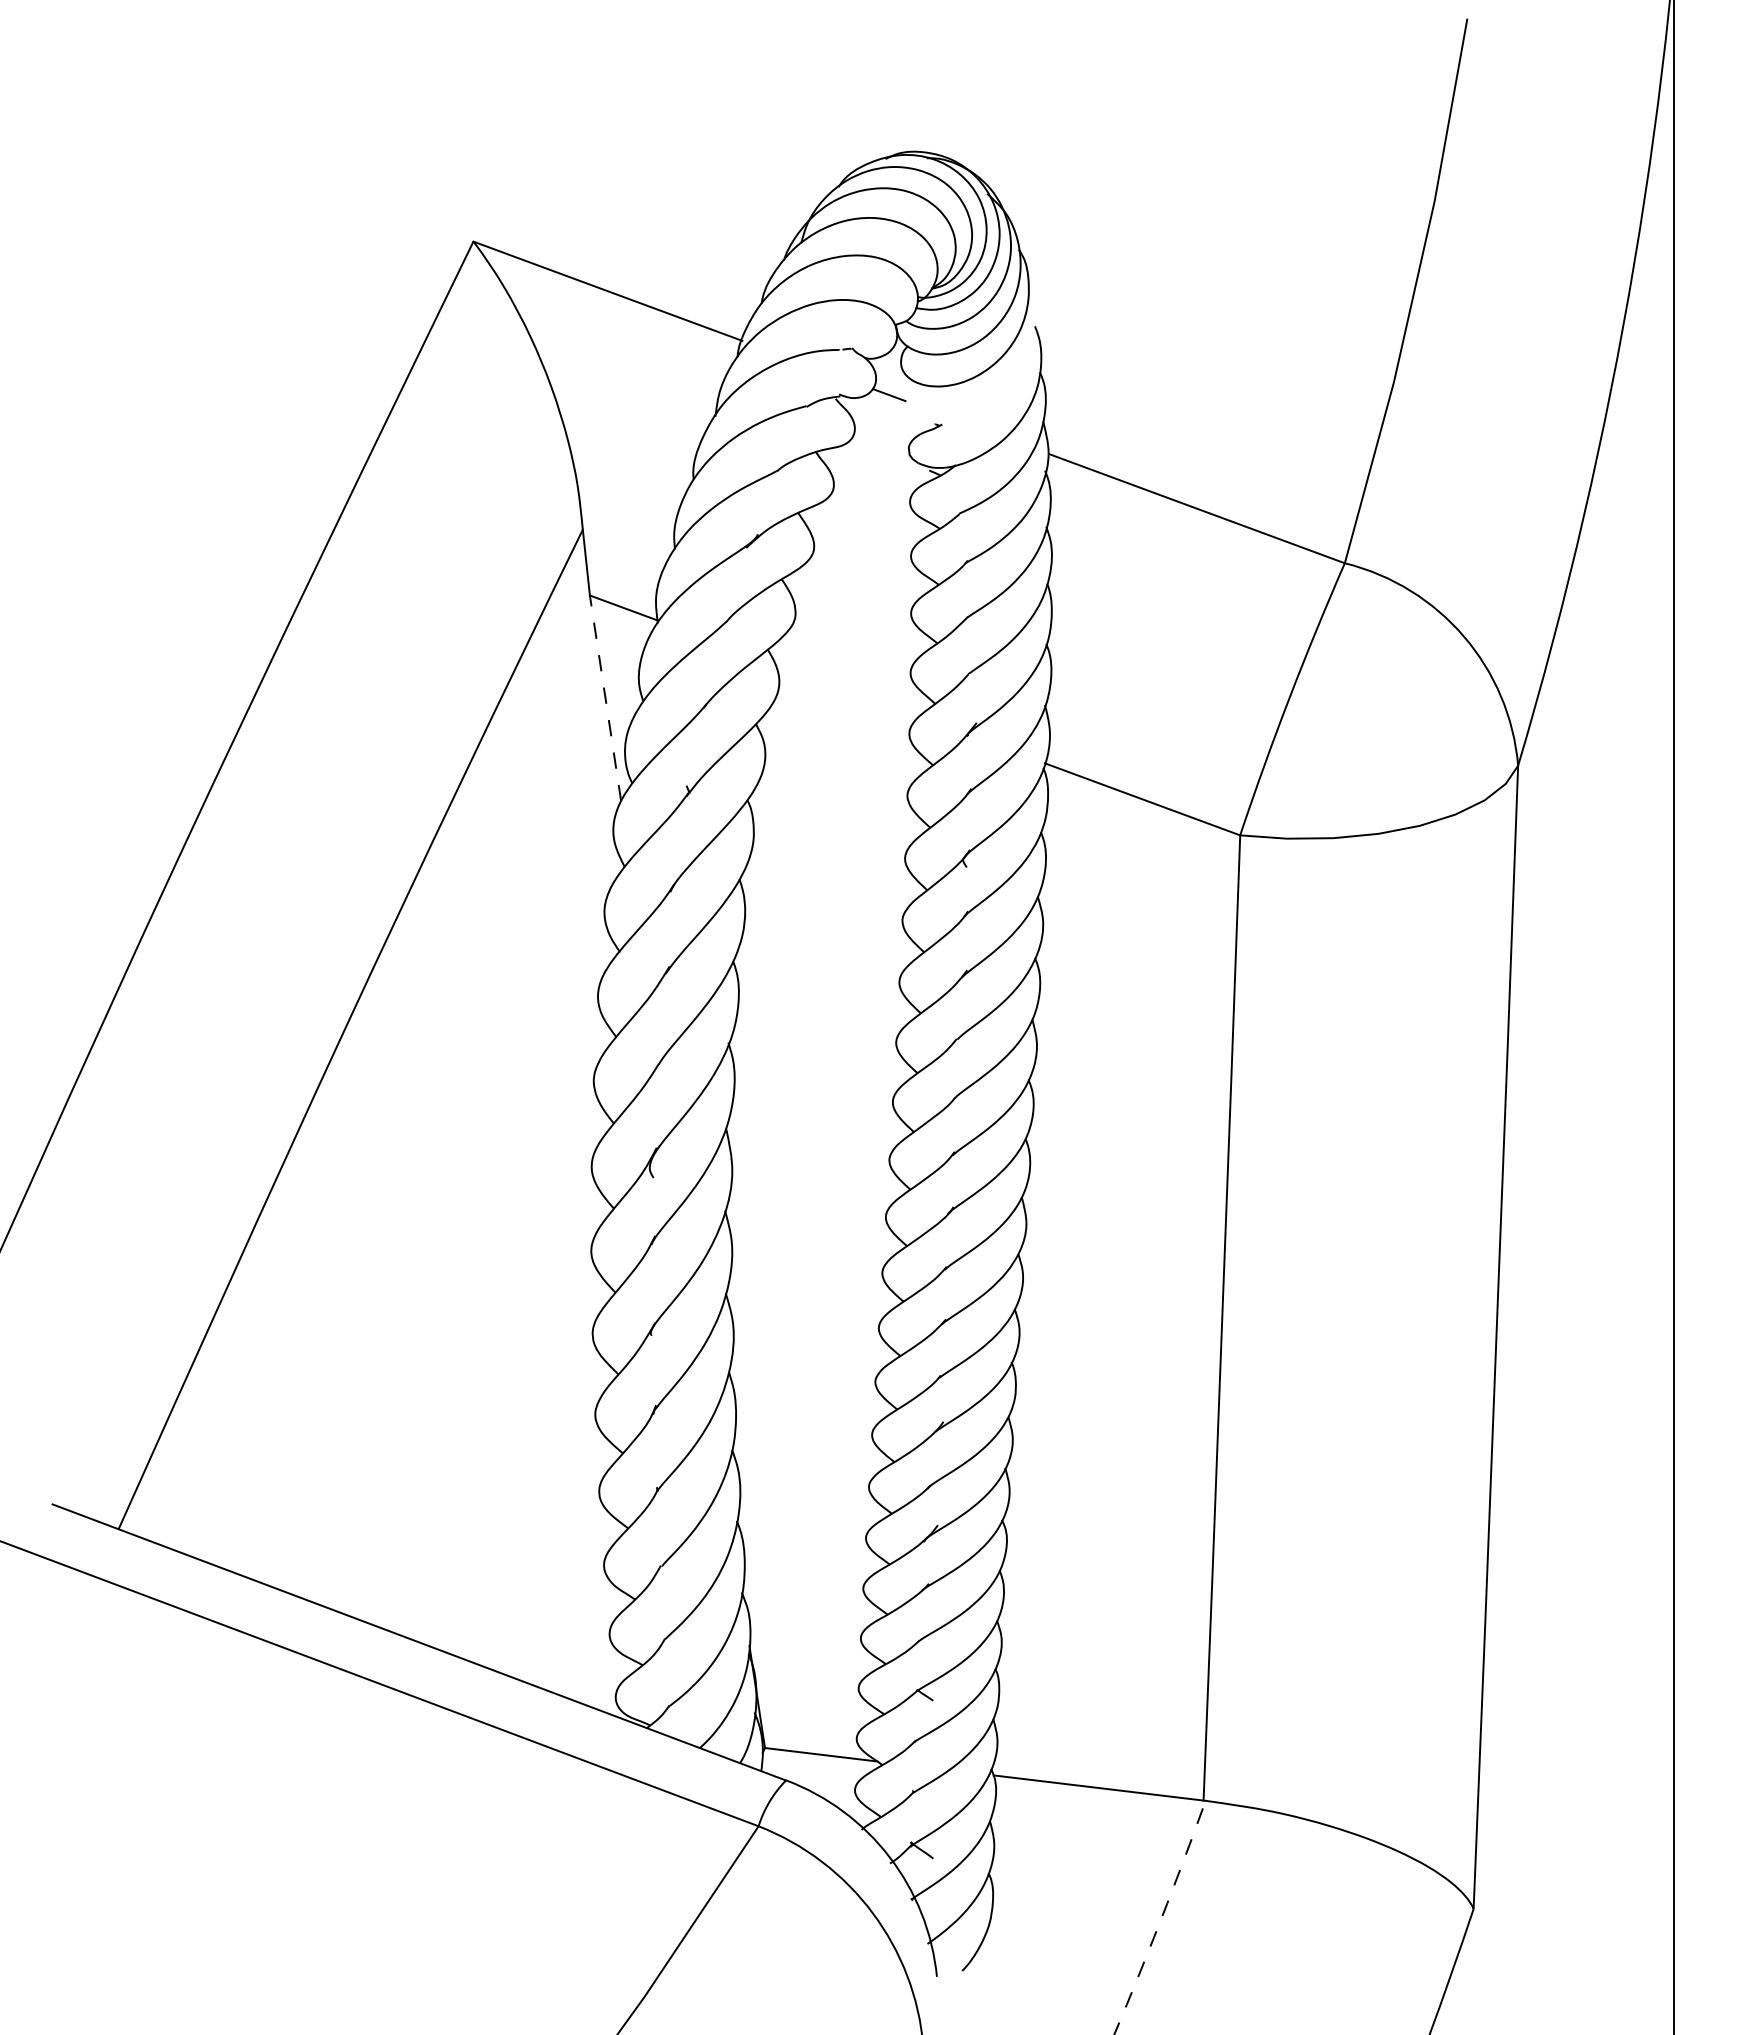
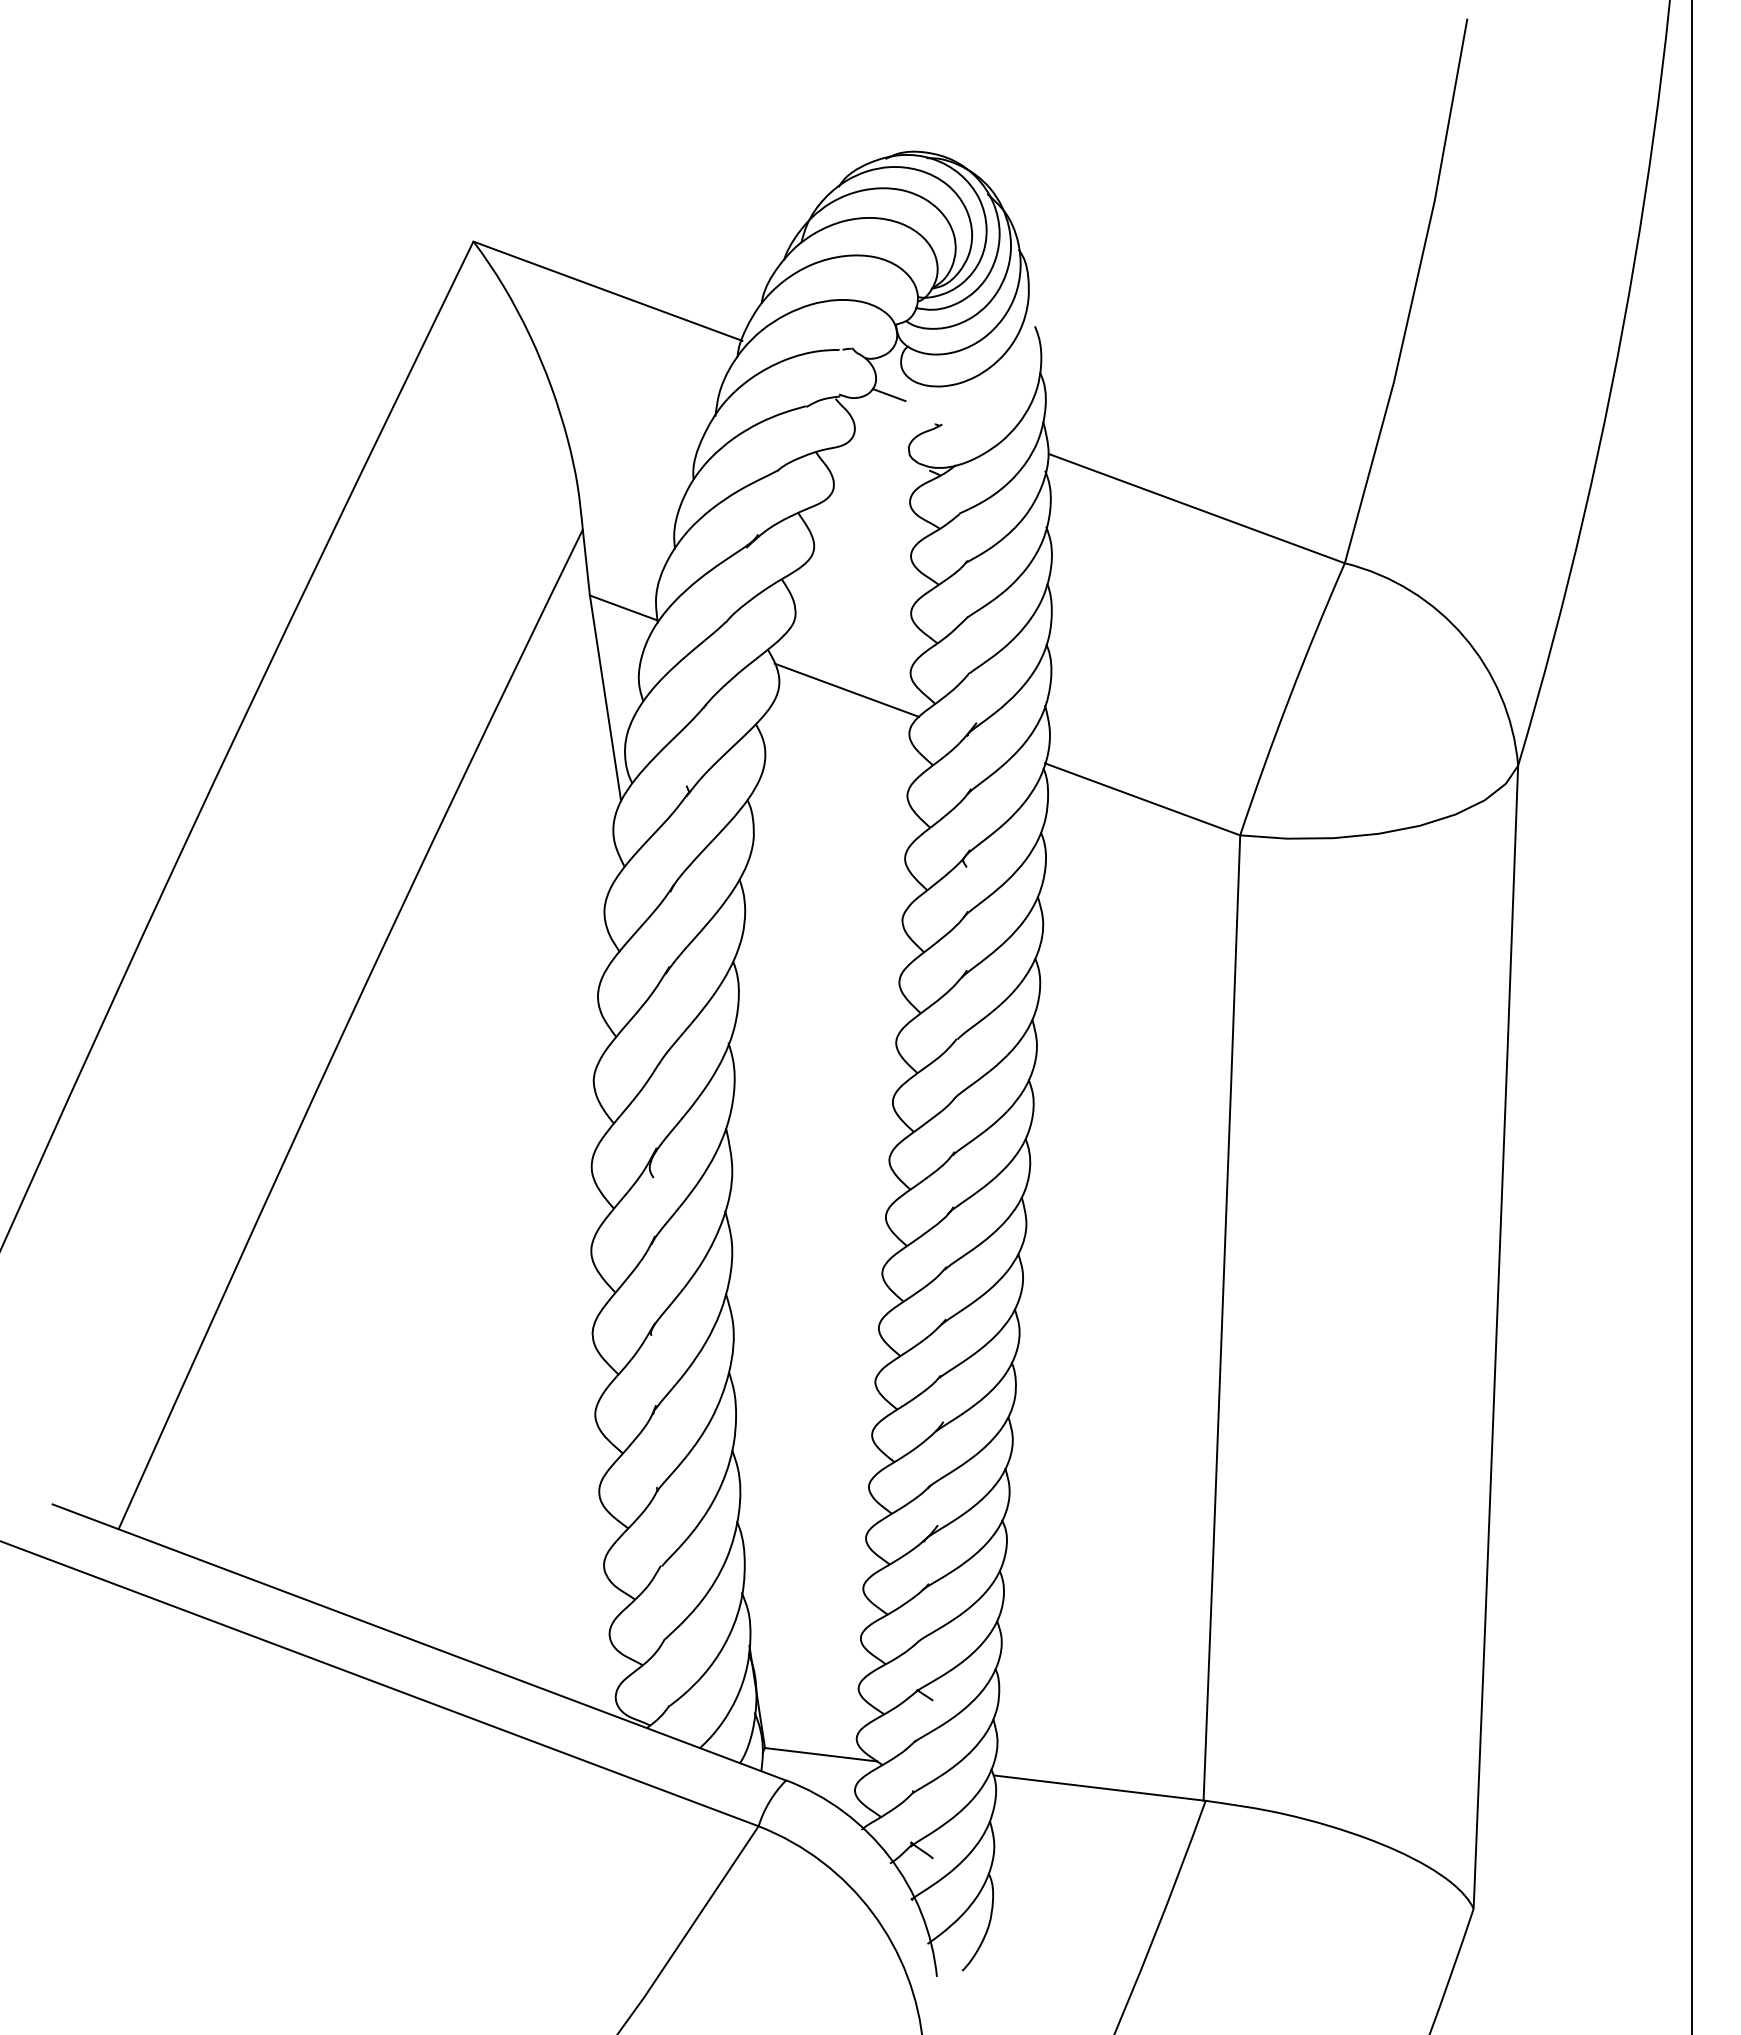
line at (846, 689): none -> present
line at (605, 697): dashed -> solid
line at (1674, 1016) position: (1674, 1016) -> (1692, 1016)
arc at (1161, 1917): dashed -> solid
